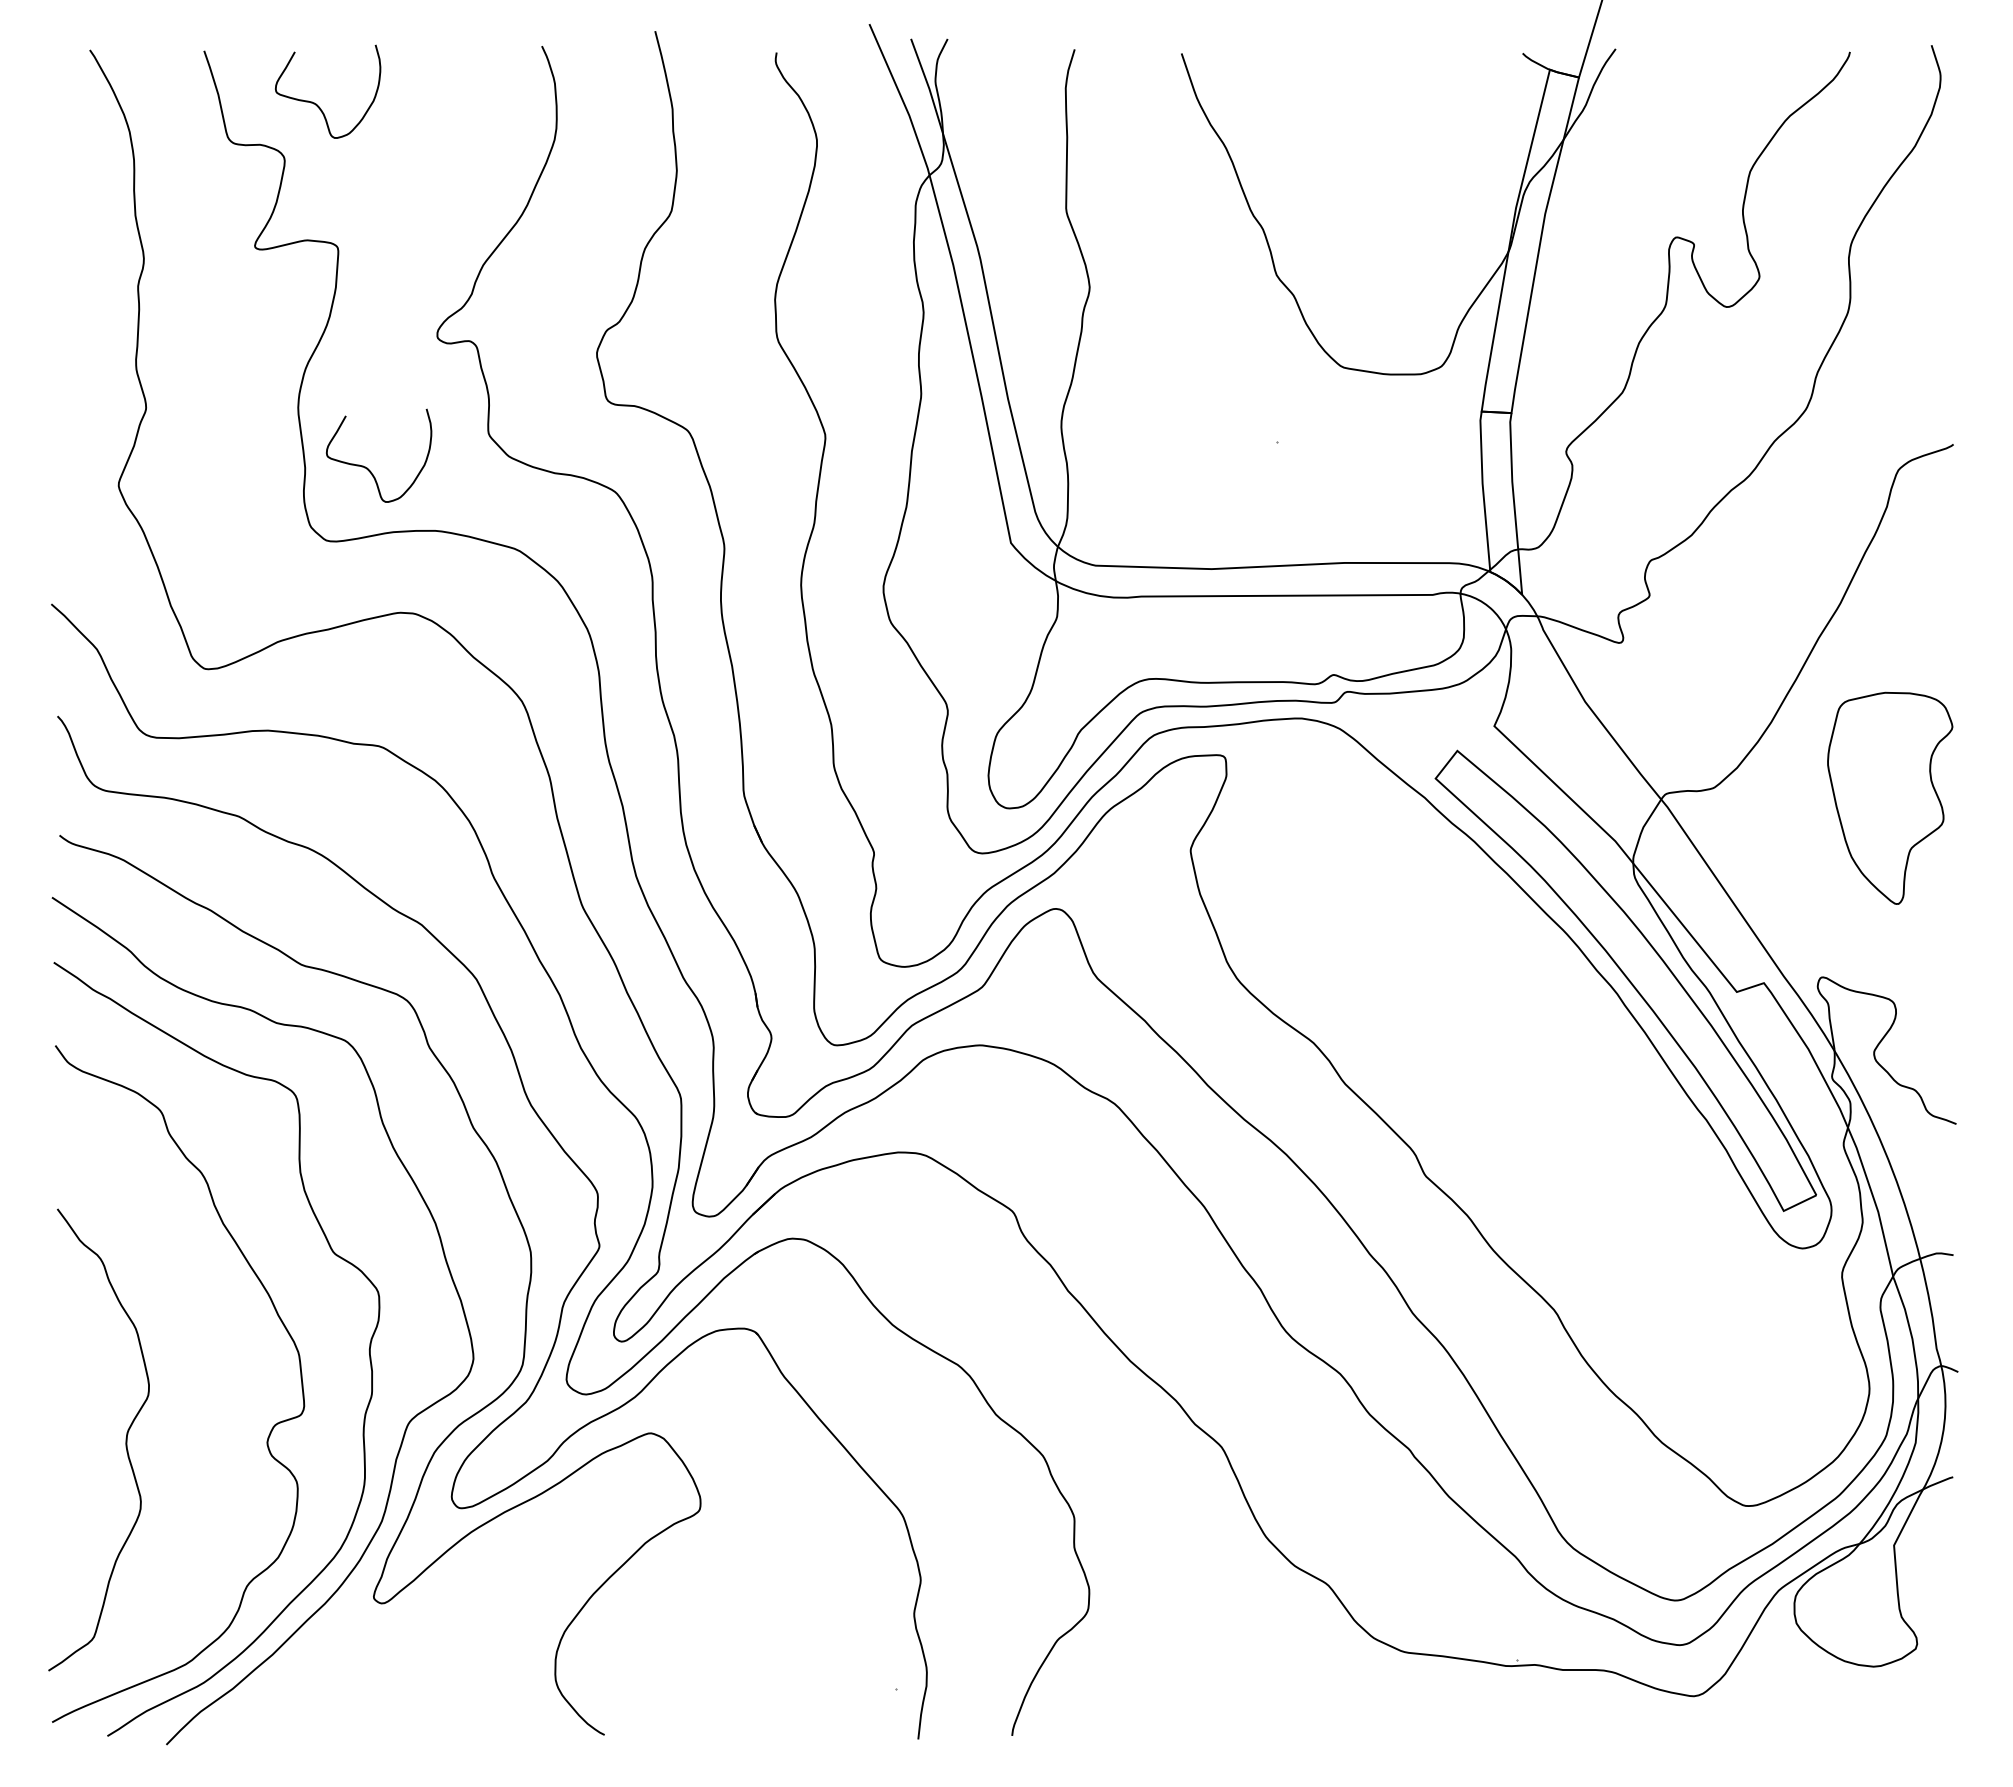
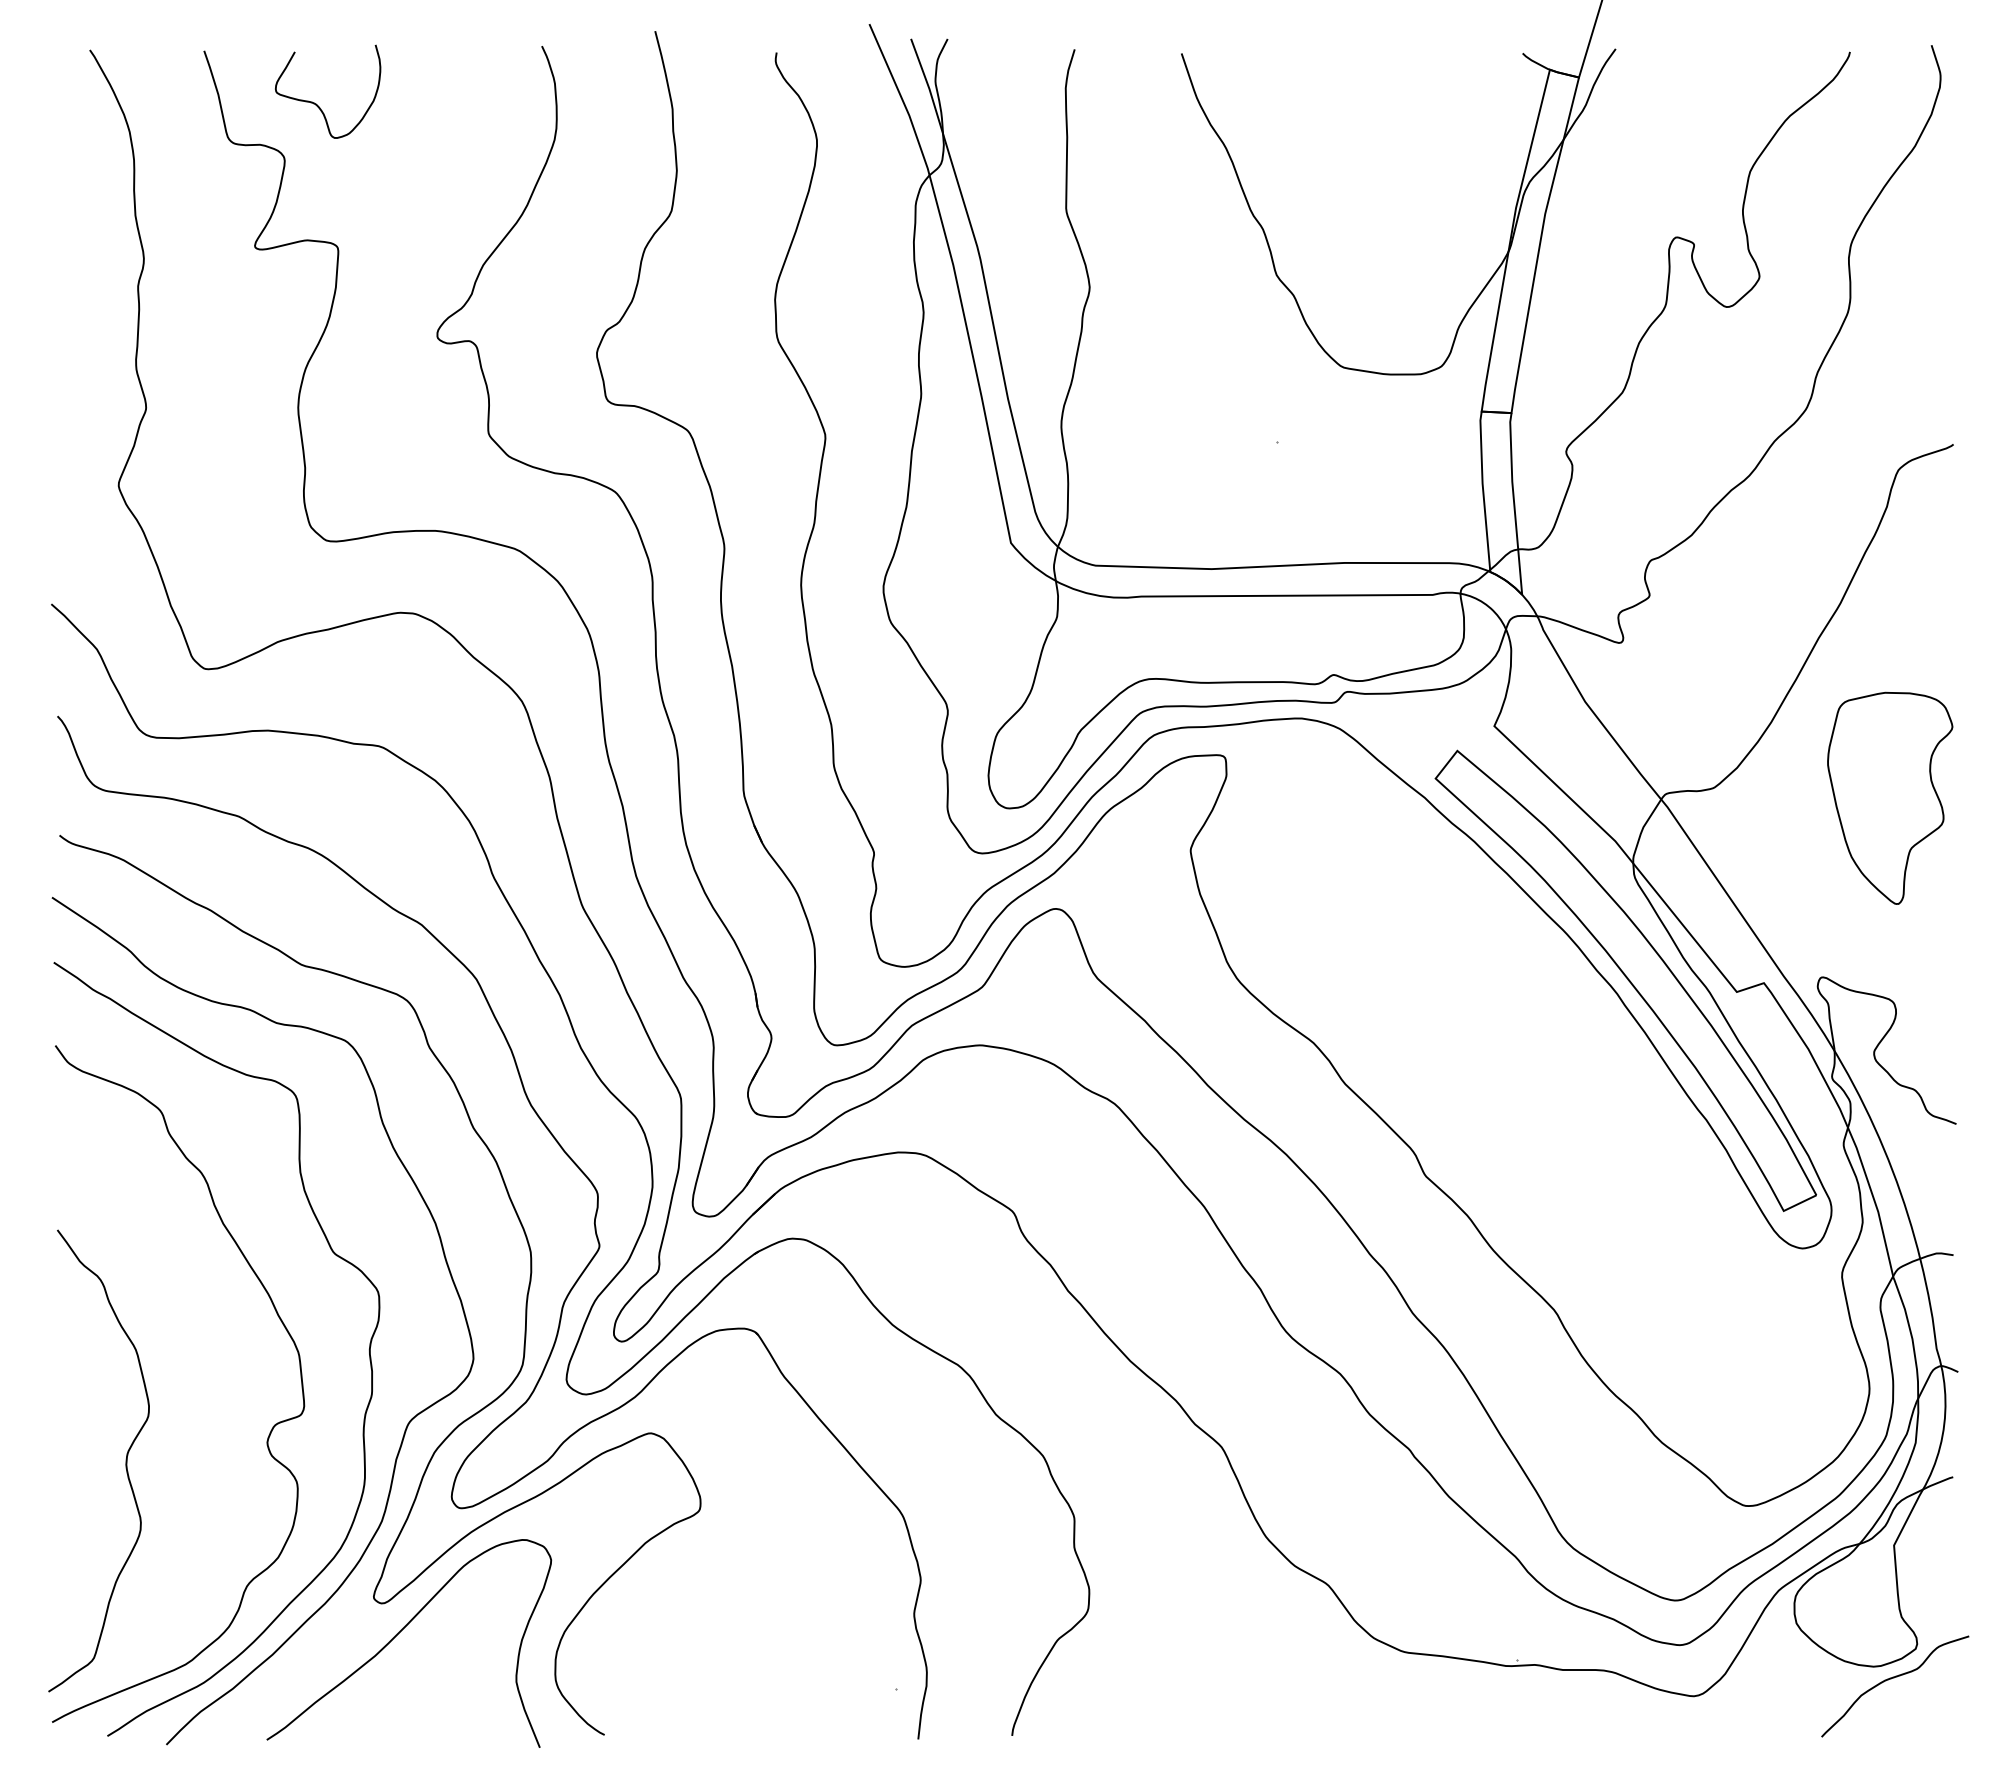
curve at (367, 467): present -> none
curve at (125, 1439) position: (125, 1439) -> (125, 1460)
curve at (399, 1633): none -> present
curve at (1894, 1678): none -> present
